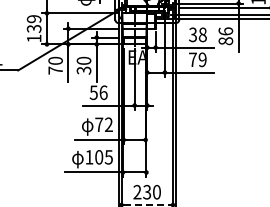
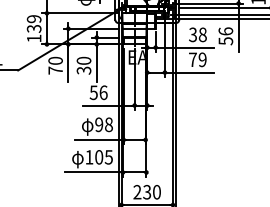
text at (225, 41): 86 -> 56
text at (103, 124): 72 -> 98
line at (147, 205): dashed -> solid
